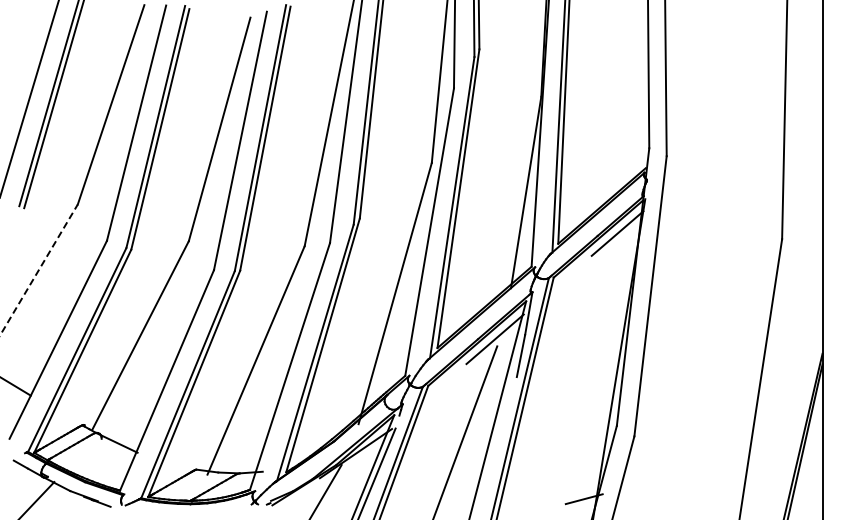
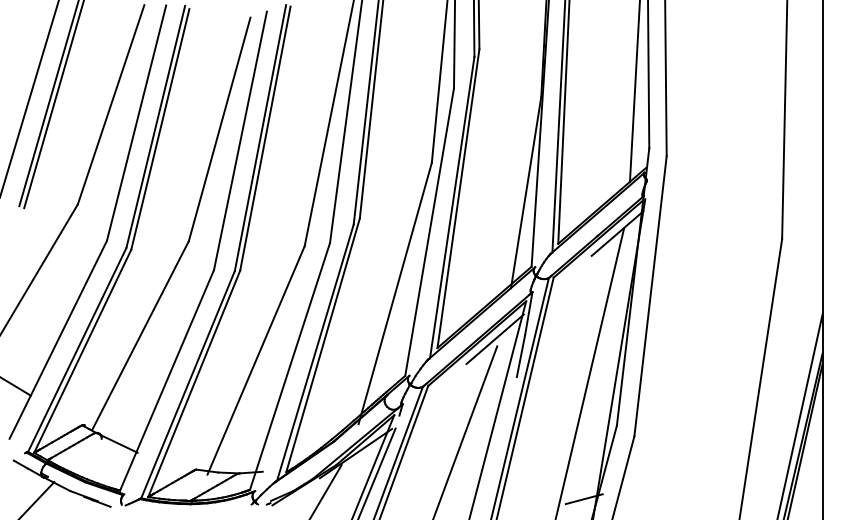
line at (634, 91): none -> present
line at (39, 269): dashed -> solid
line at (590, 372): none -> present
line at (800, 415): none -> present
